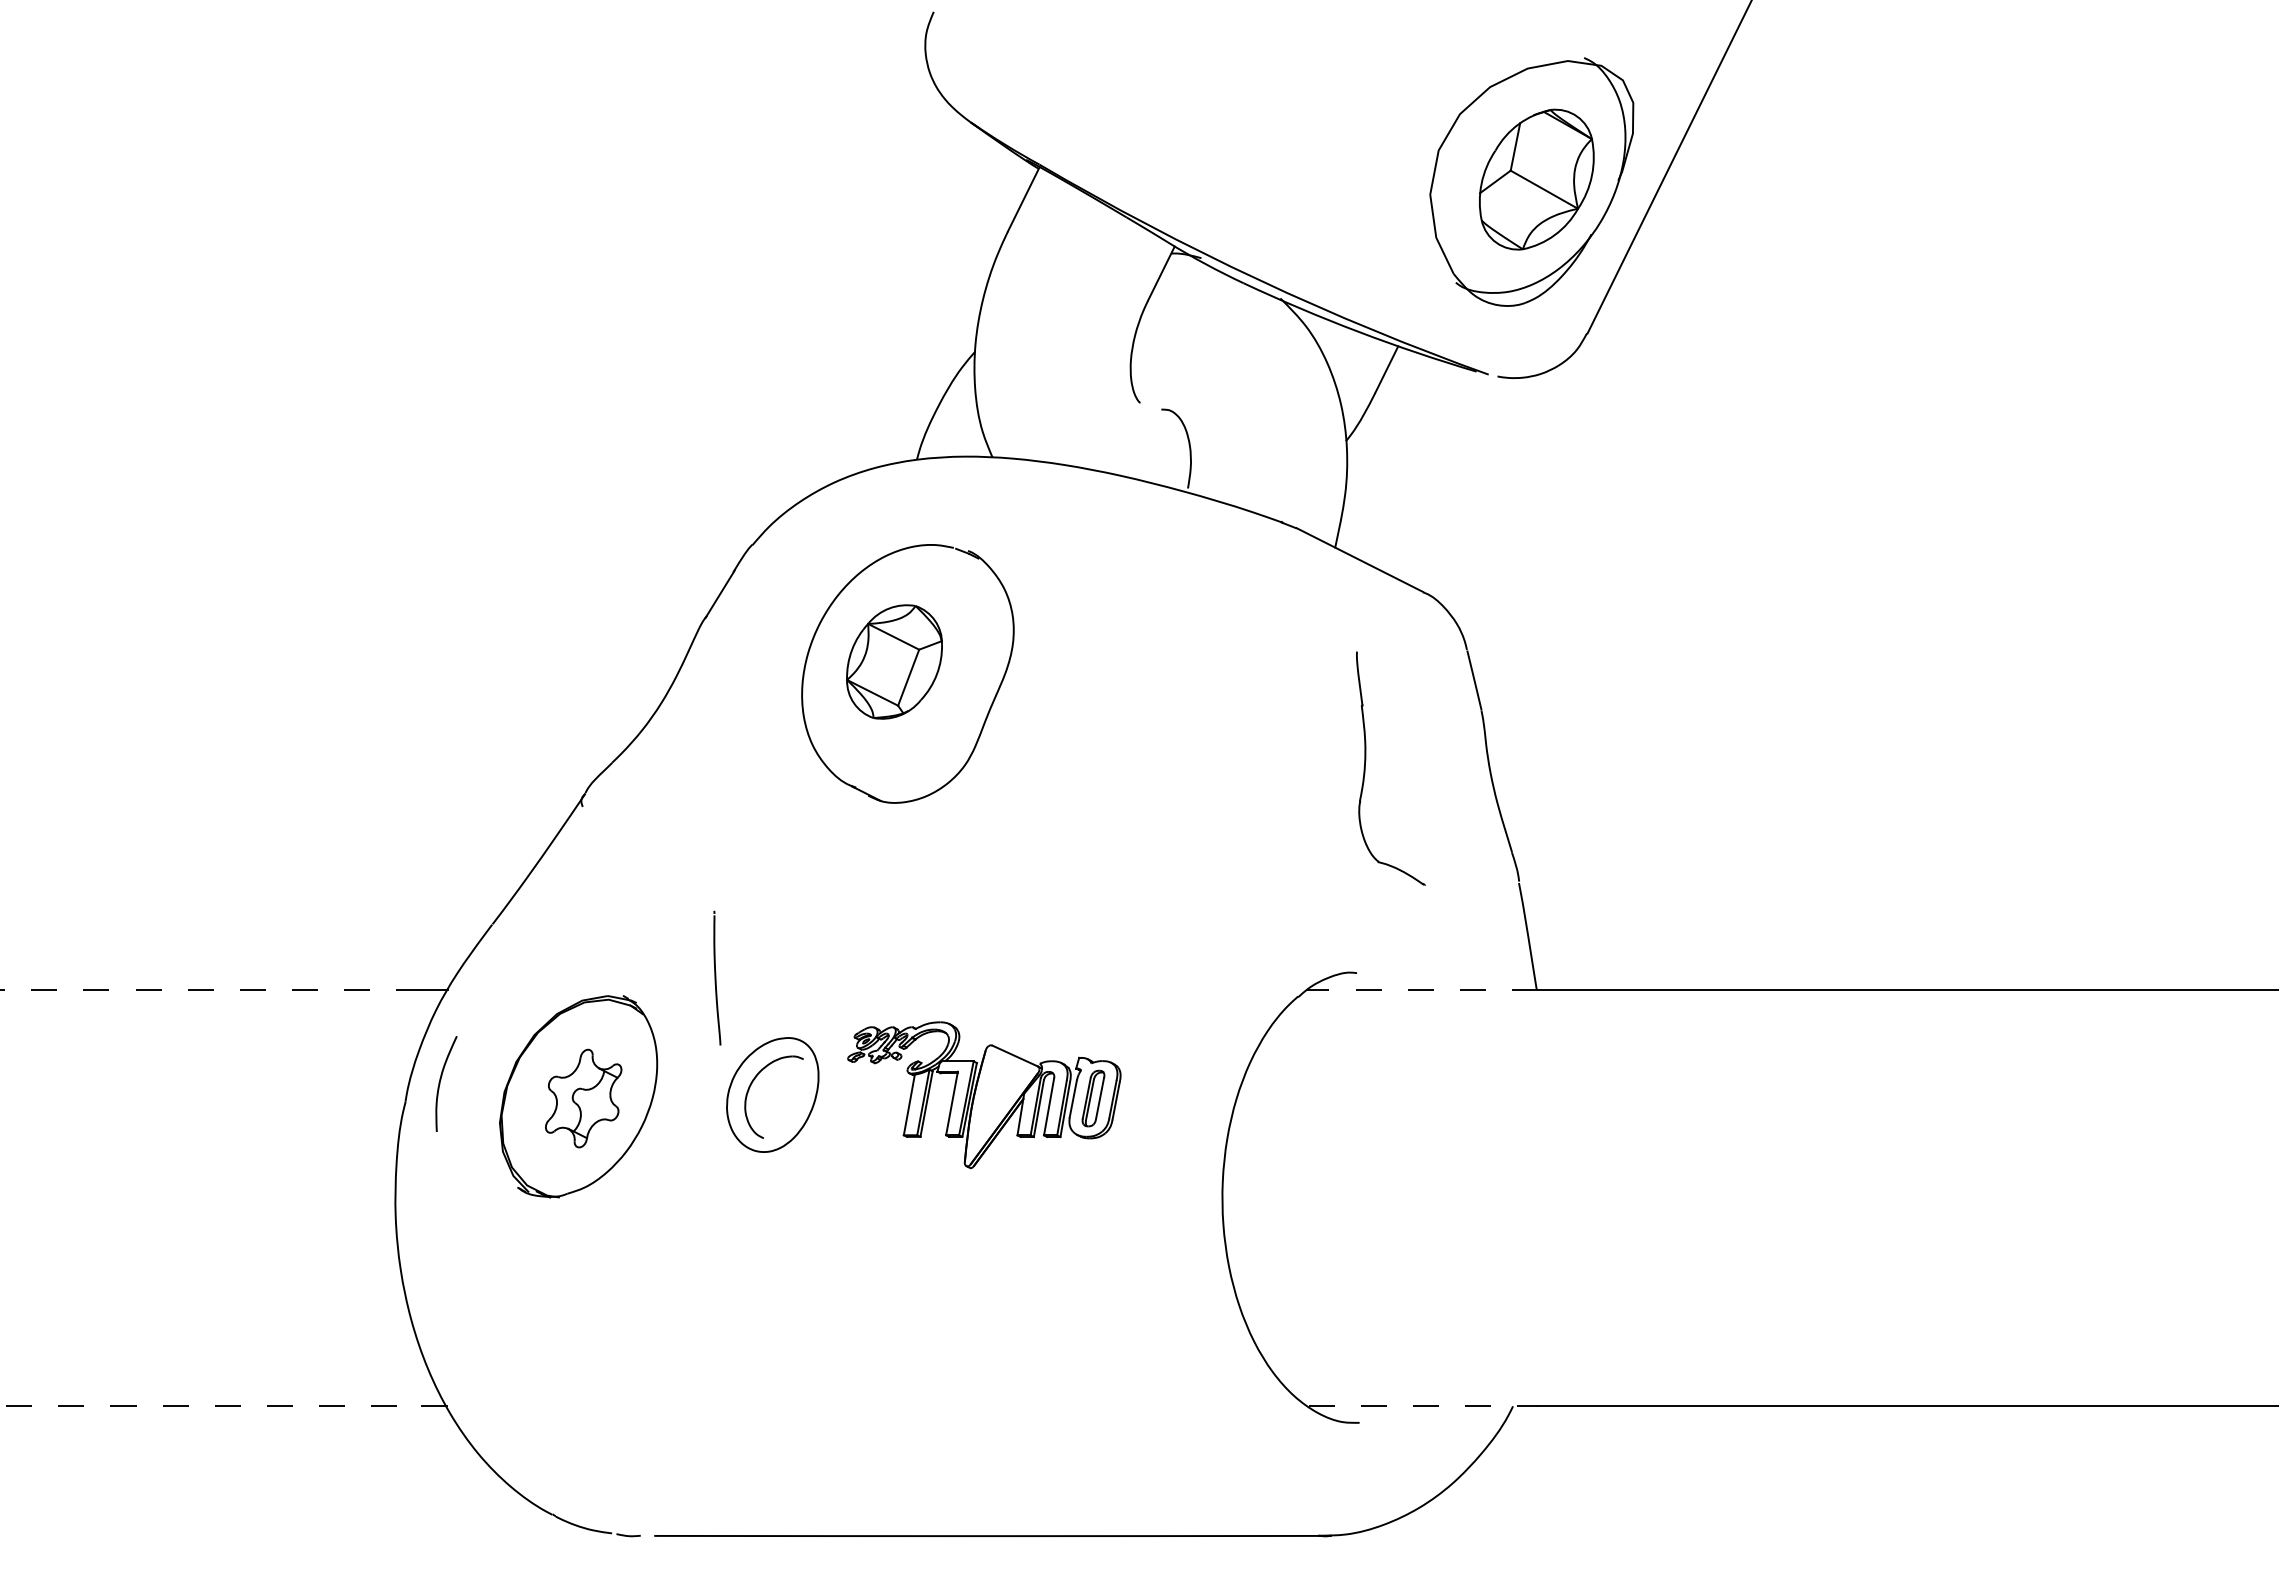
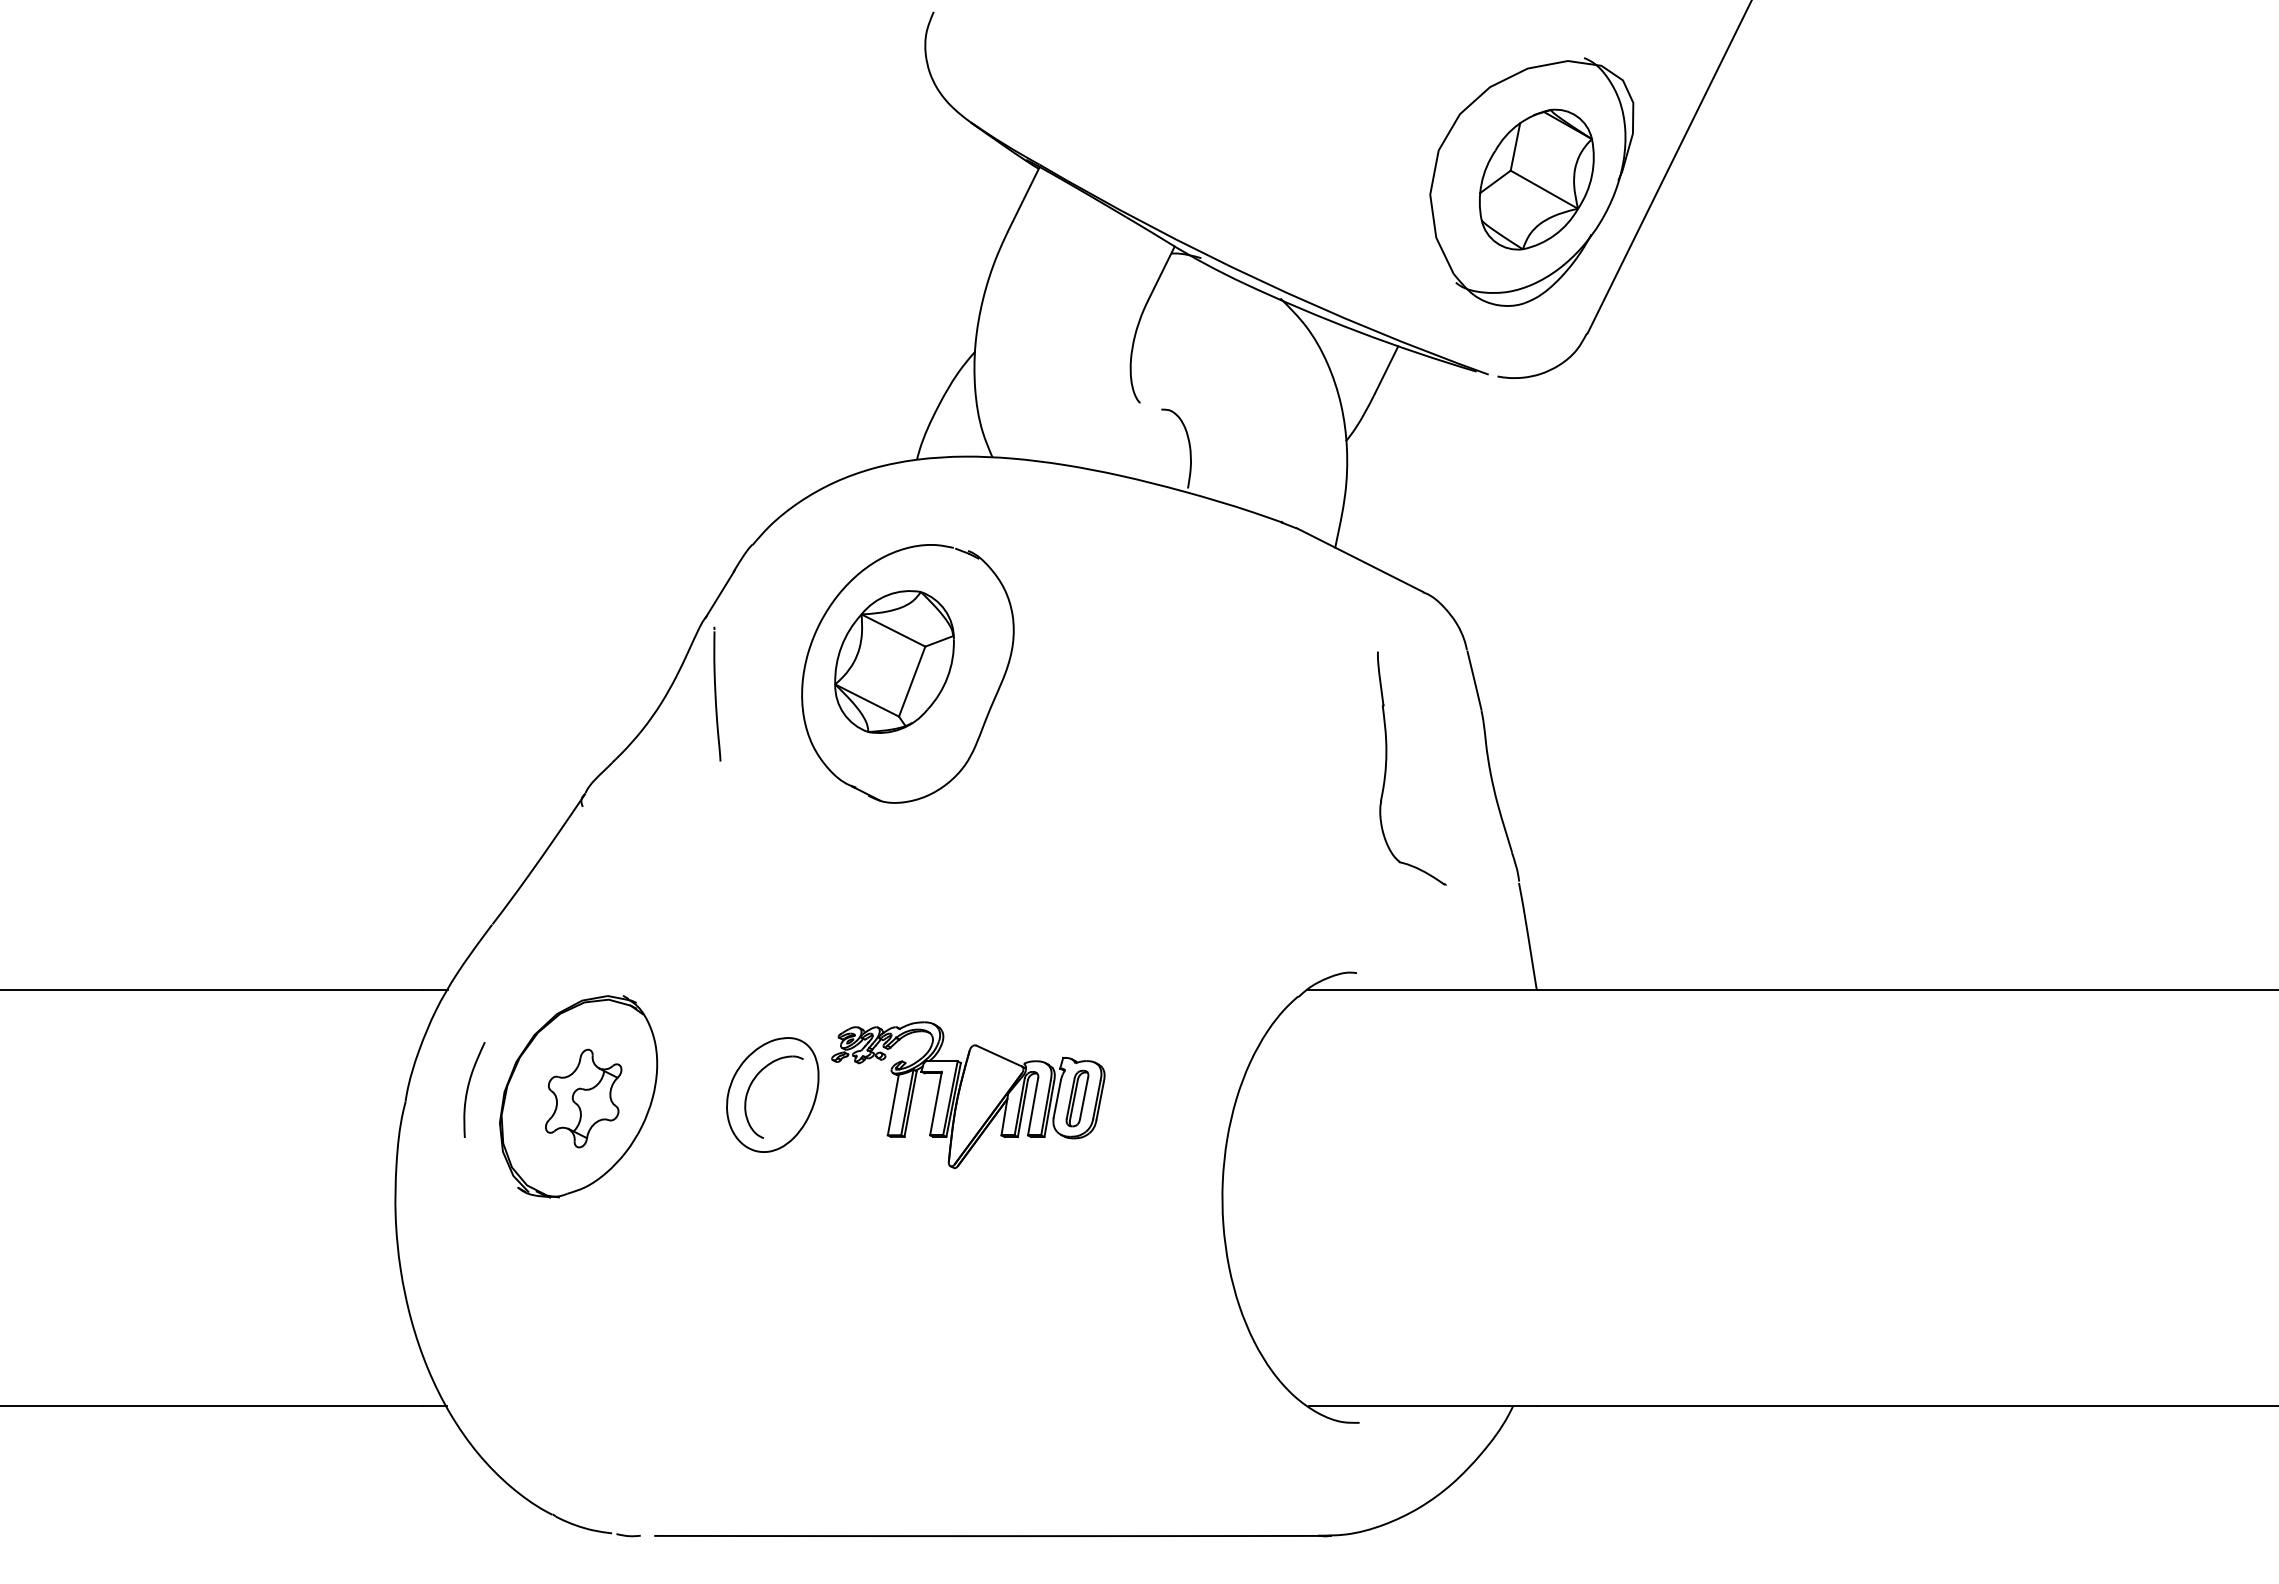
part at (894, 661) size: 97x116 px -> 121x144 px
part at (1366, 761) position: (1366, 761) -> (1387, 761)
part at (717, 977) position: (717, 977) -> (717, 693)
line at (210, 989): dashed -> solid
line at (1421, 989): dashed -> solid
curve at (441, 1080) position: (441, 1080) -> (469, 1086)
part at (984, 1095) position: (984, 1095) -> (968, 1095)
line at (210, 1406): dashed -> solid
line at (1423, 1406): dashed -> solid
